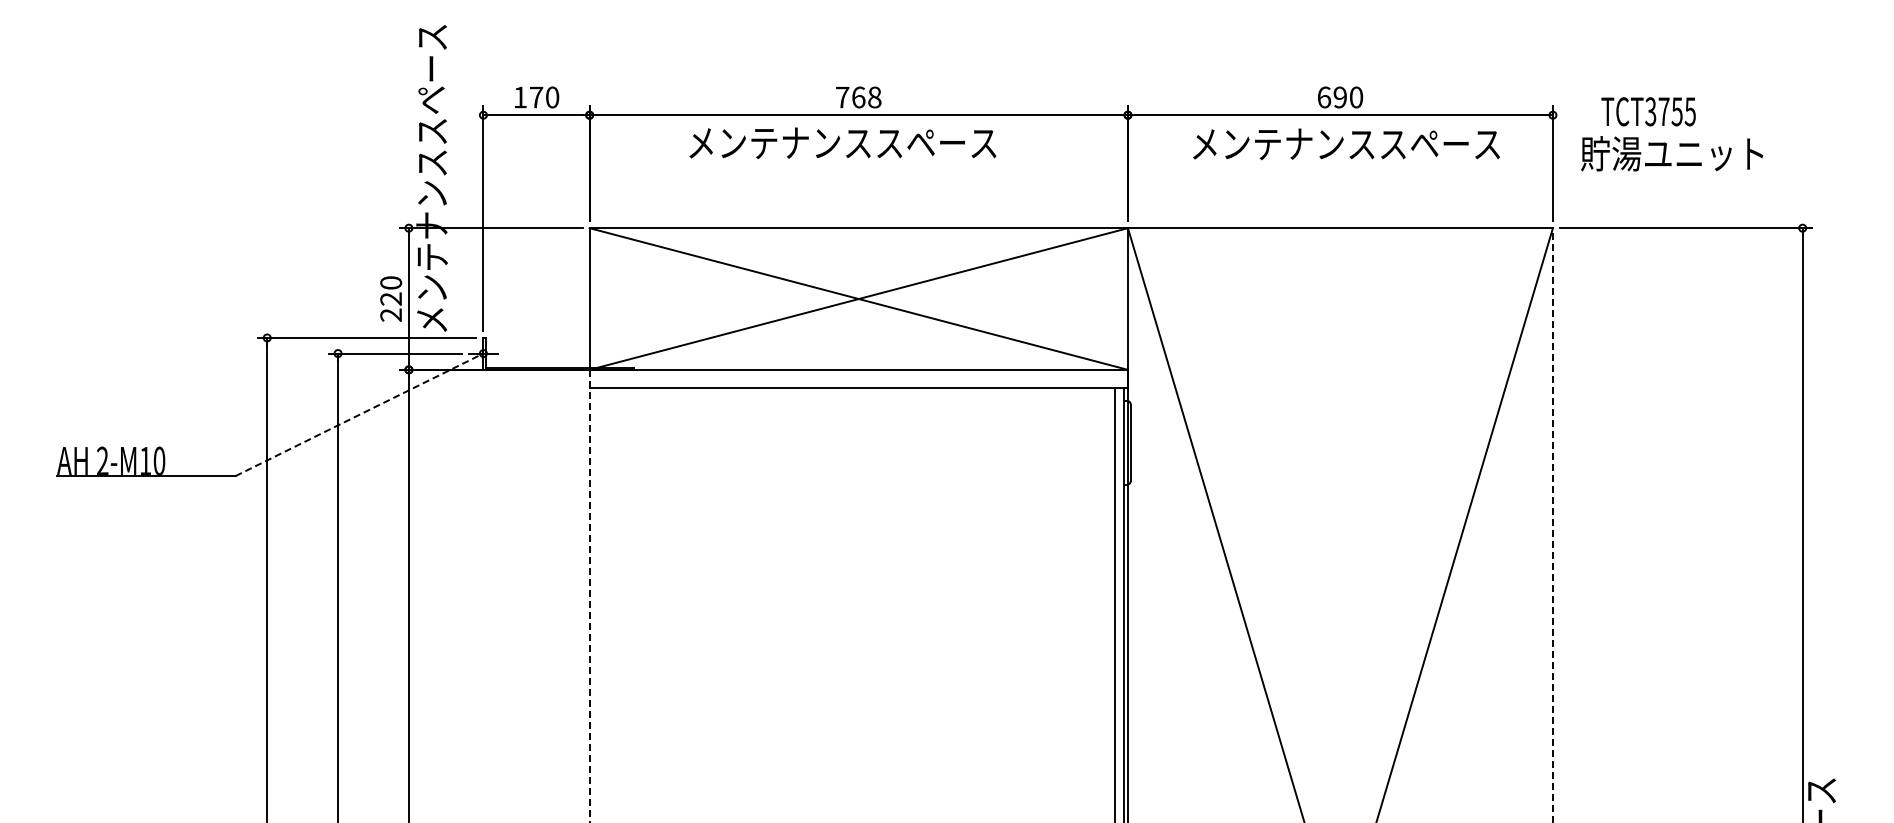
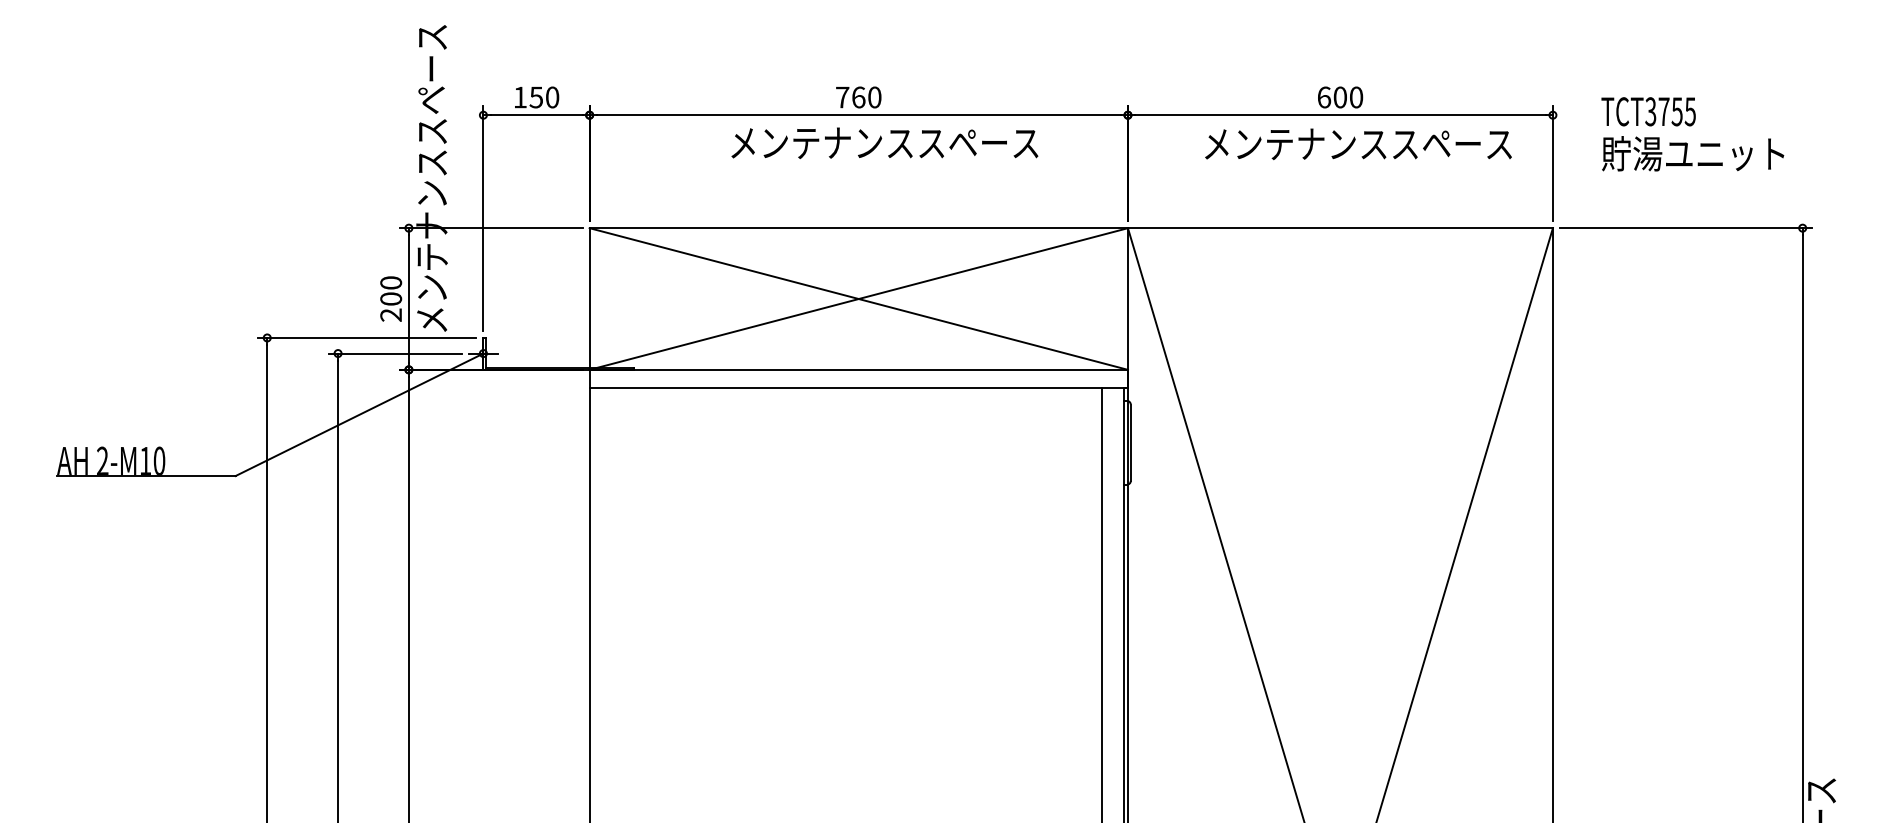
text at (536, 97): 170 -> 150
text at (874, 97): 768 -> 760
text at (1339, 97): 690 -> 600
text at (842, 142) position: (842, 142) -> (884, 142)
text at (1346, 144) position: (1346, 144) -> (1358, 144)
text at (1672, 153) position: (1672, 153) -> (1693, 153)
text at (391, 298): 220 -> 200
line at (359, 414): dashed -> solid
line at (1552, 525): dashed -> solid
line at (589, 596): dashed -> solid
line at (1115, 603) position: (1115, 603) -> (1102, 603)
